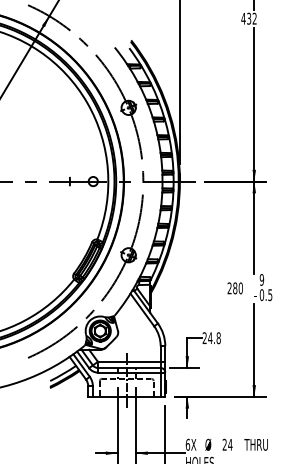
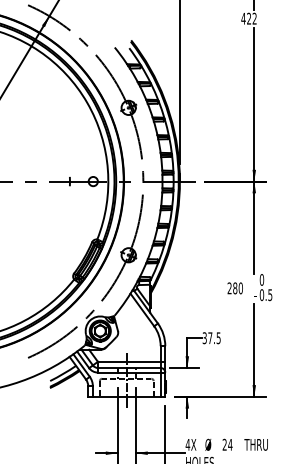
text at (249, 18): 432 -> 422
text at (261, 279): 9 -> 0
text at (211, 338): 24.8 -> 37.5
text at (187, 444): 6X -> 4X
